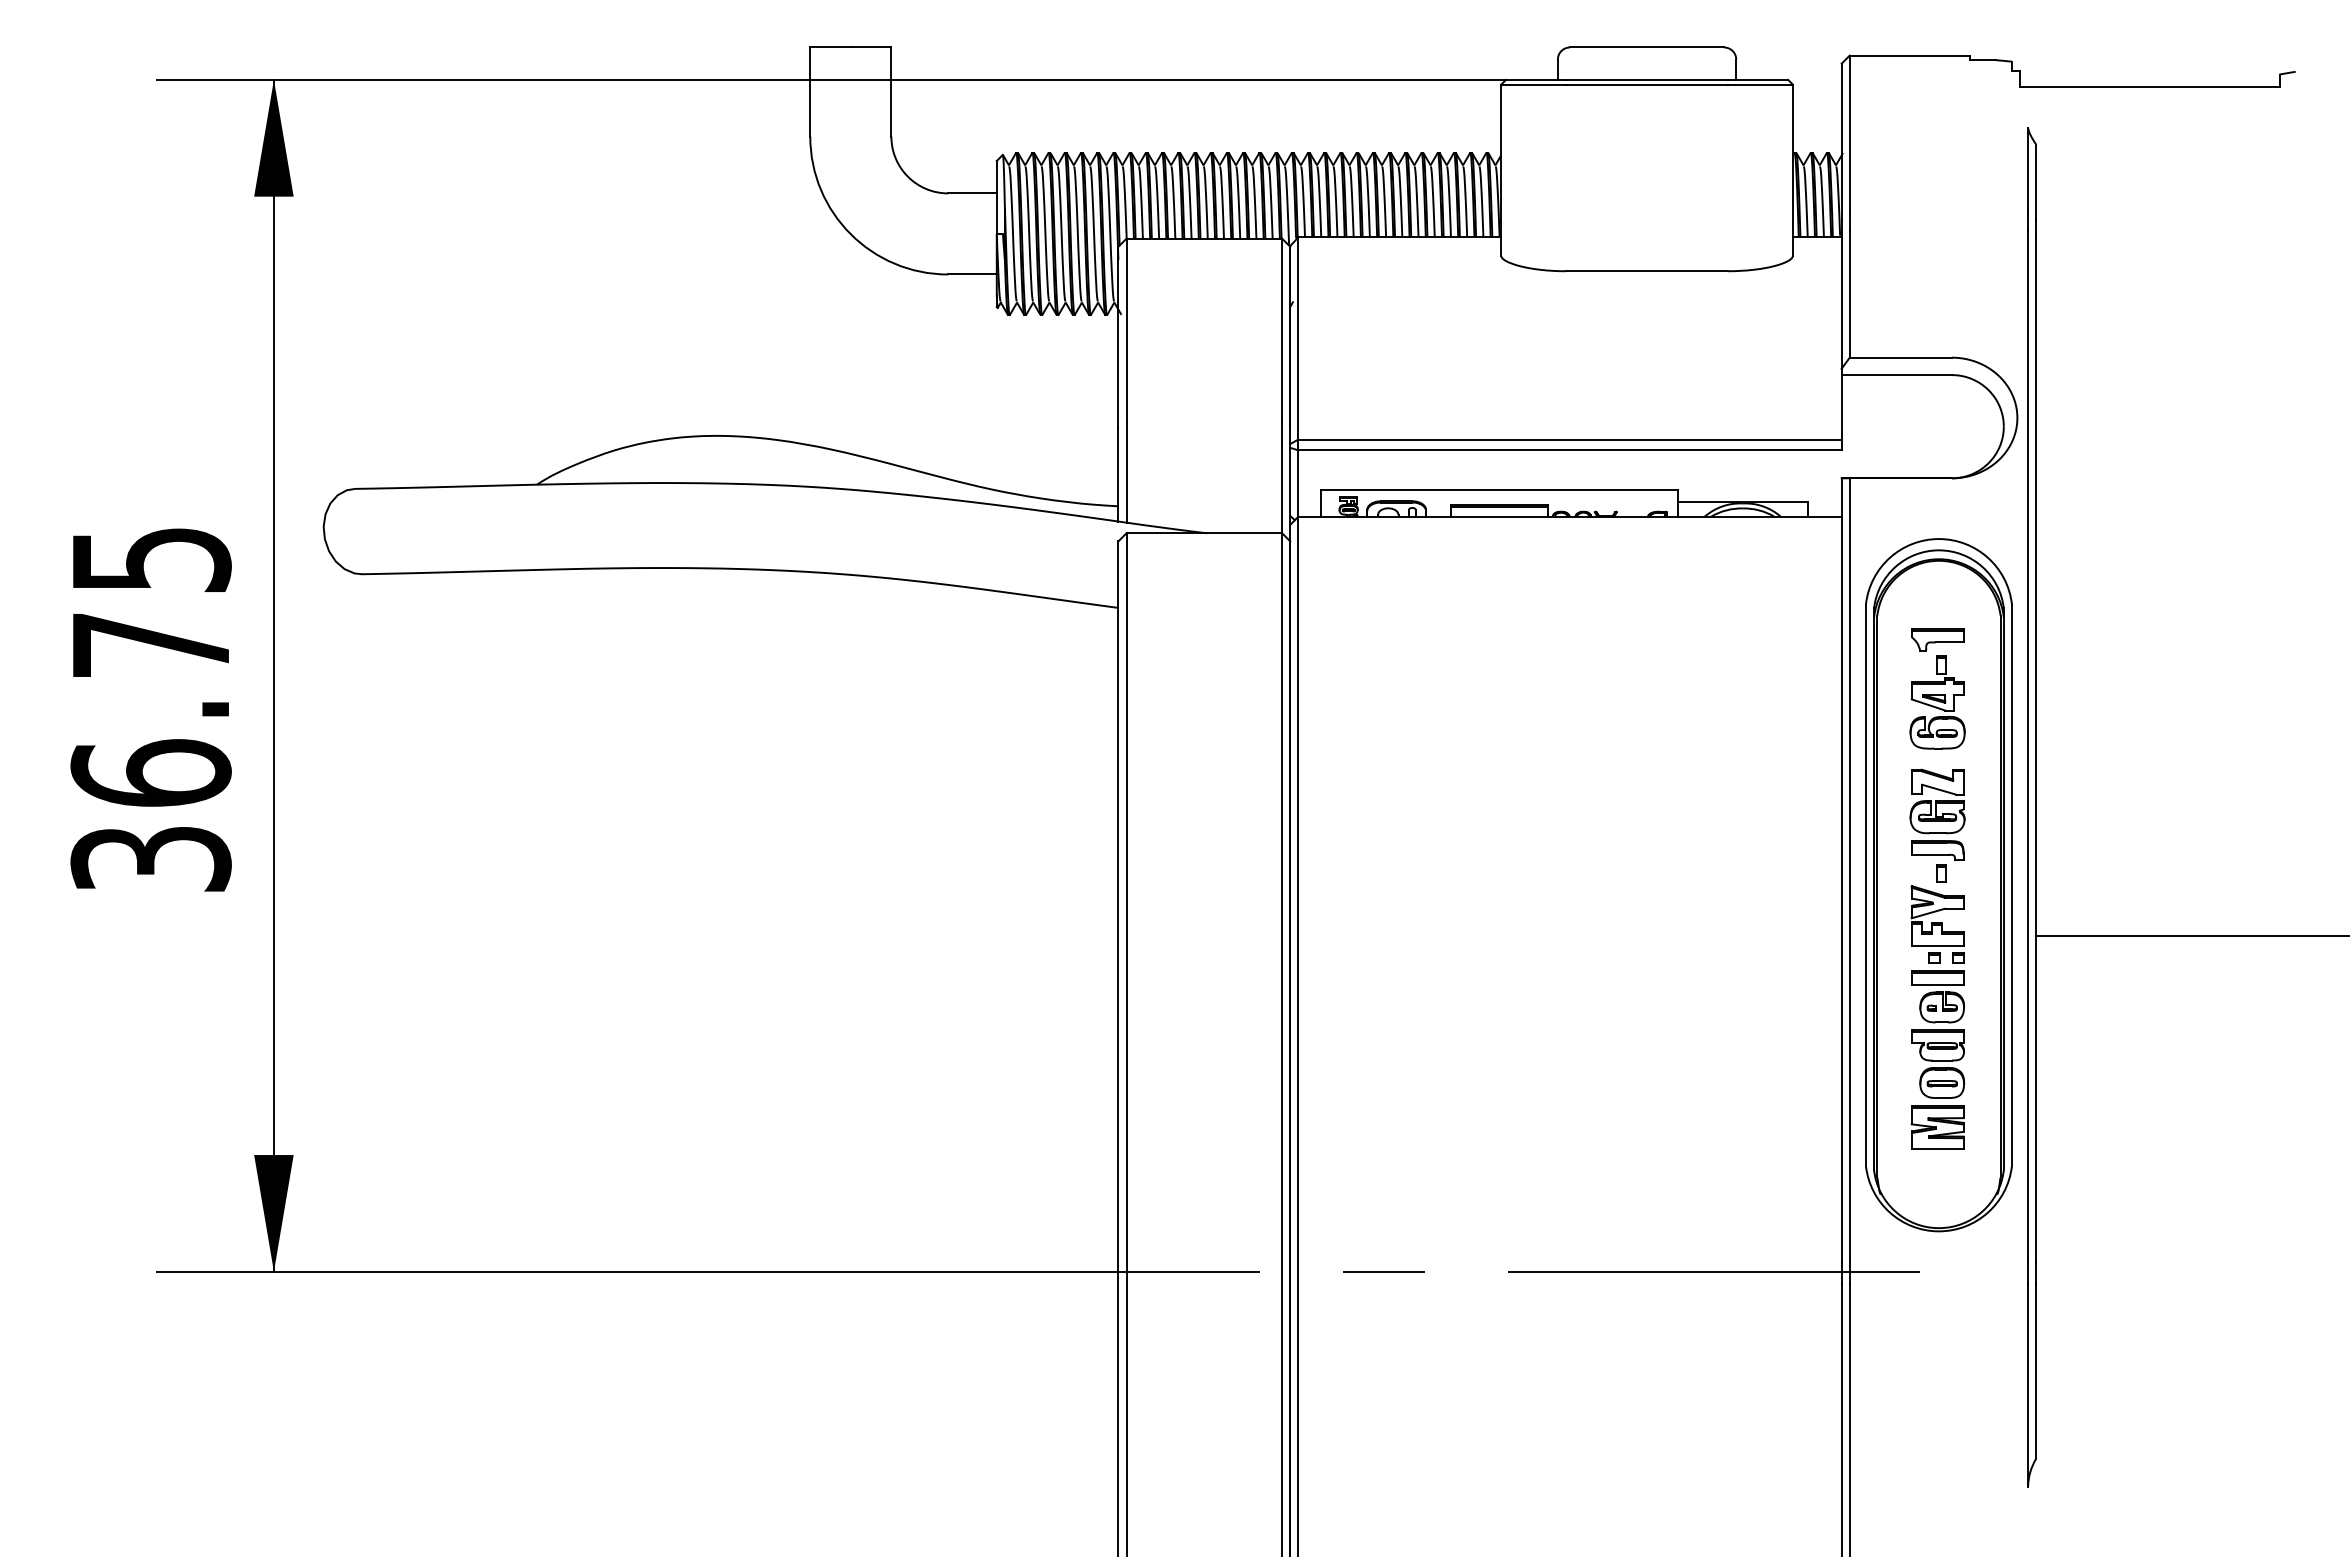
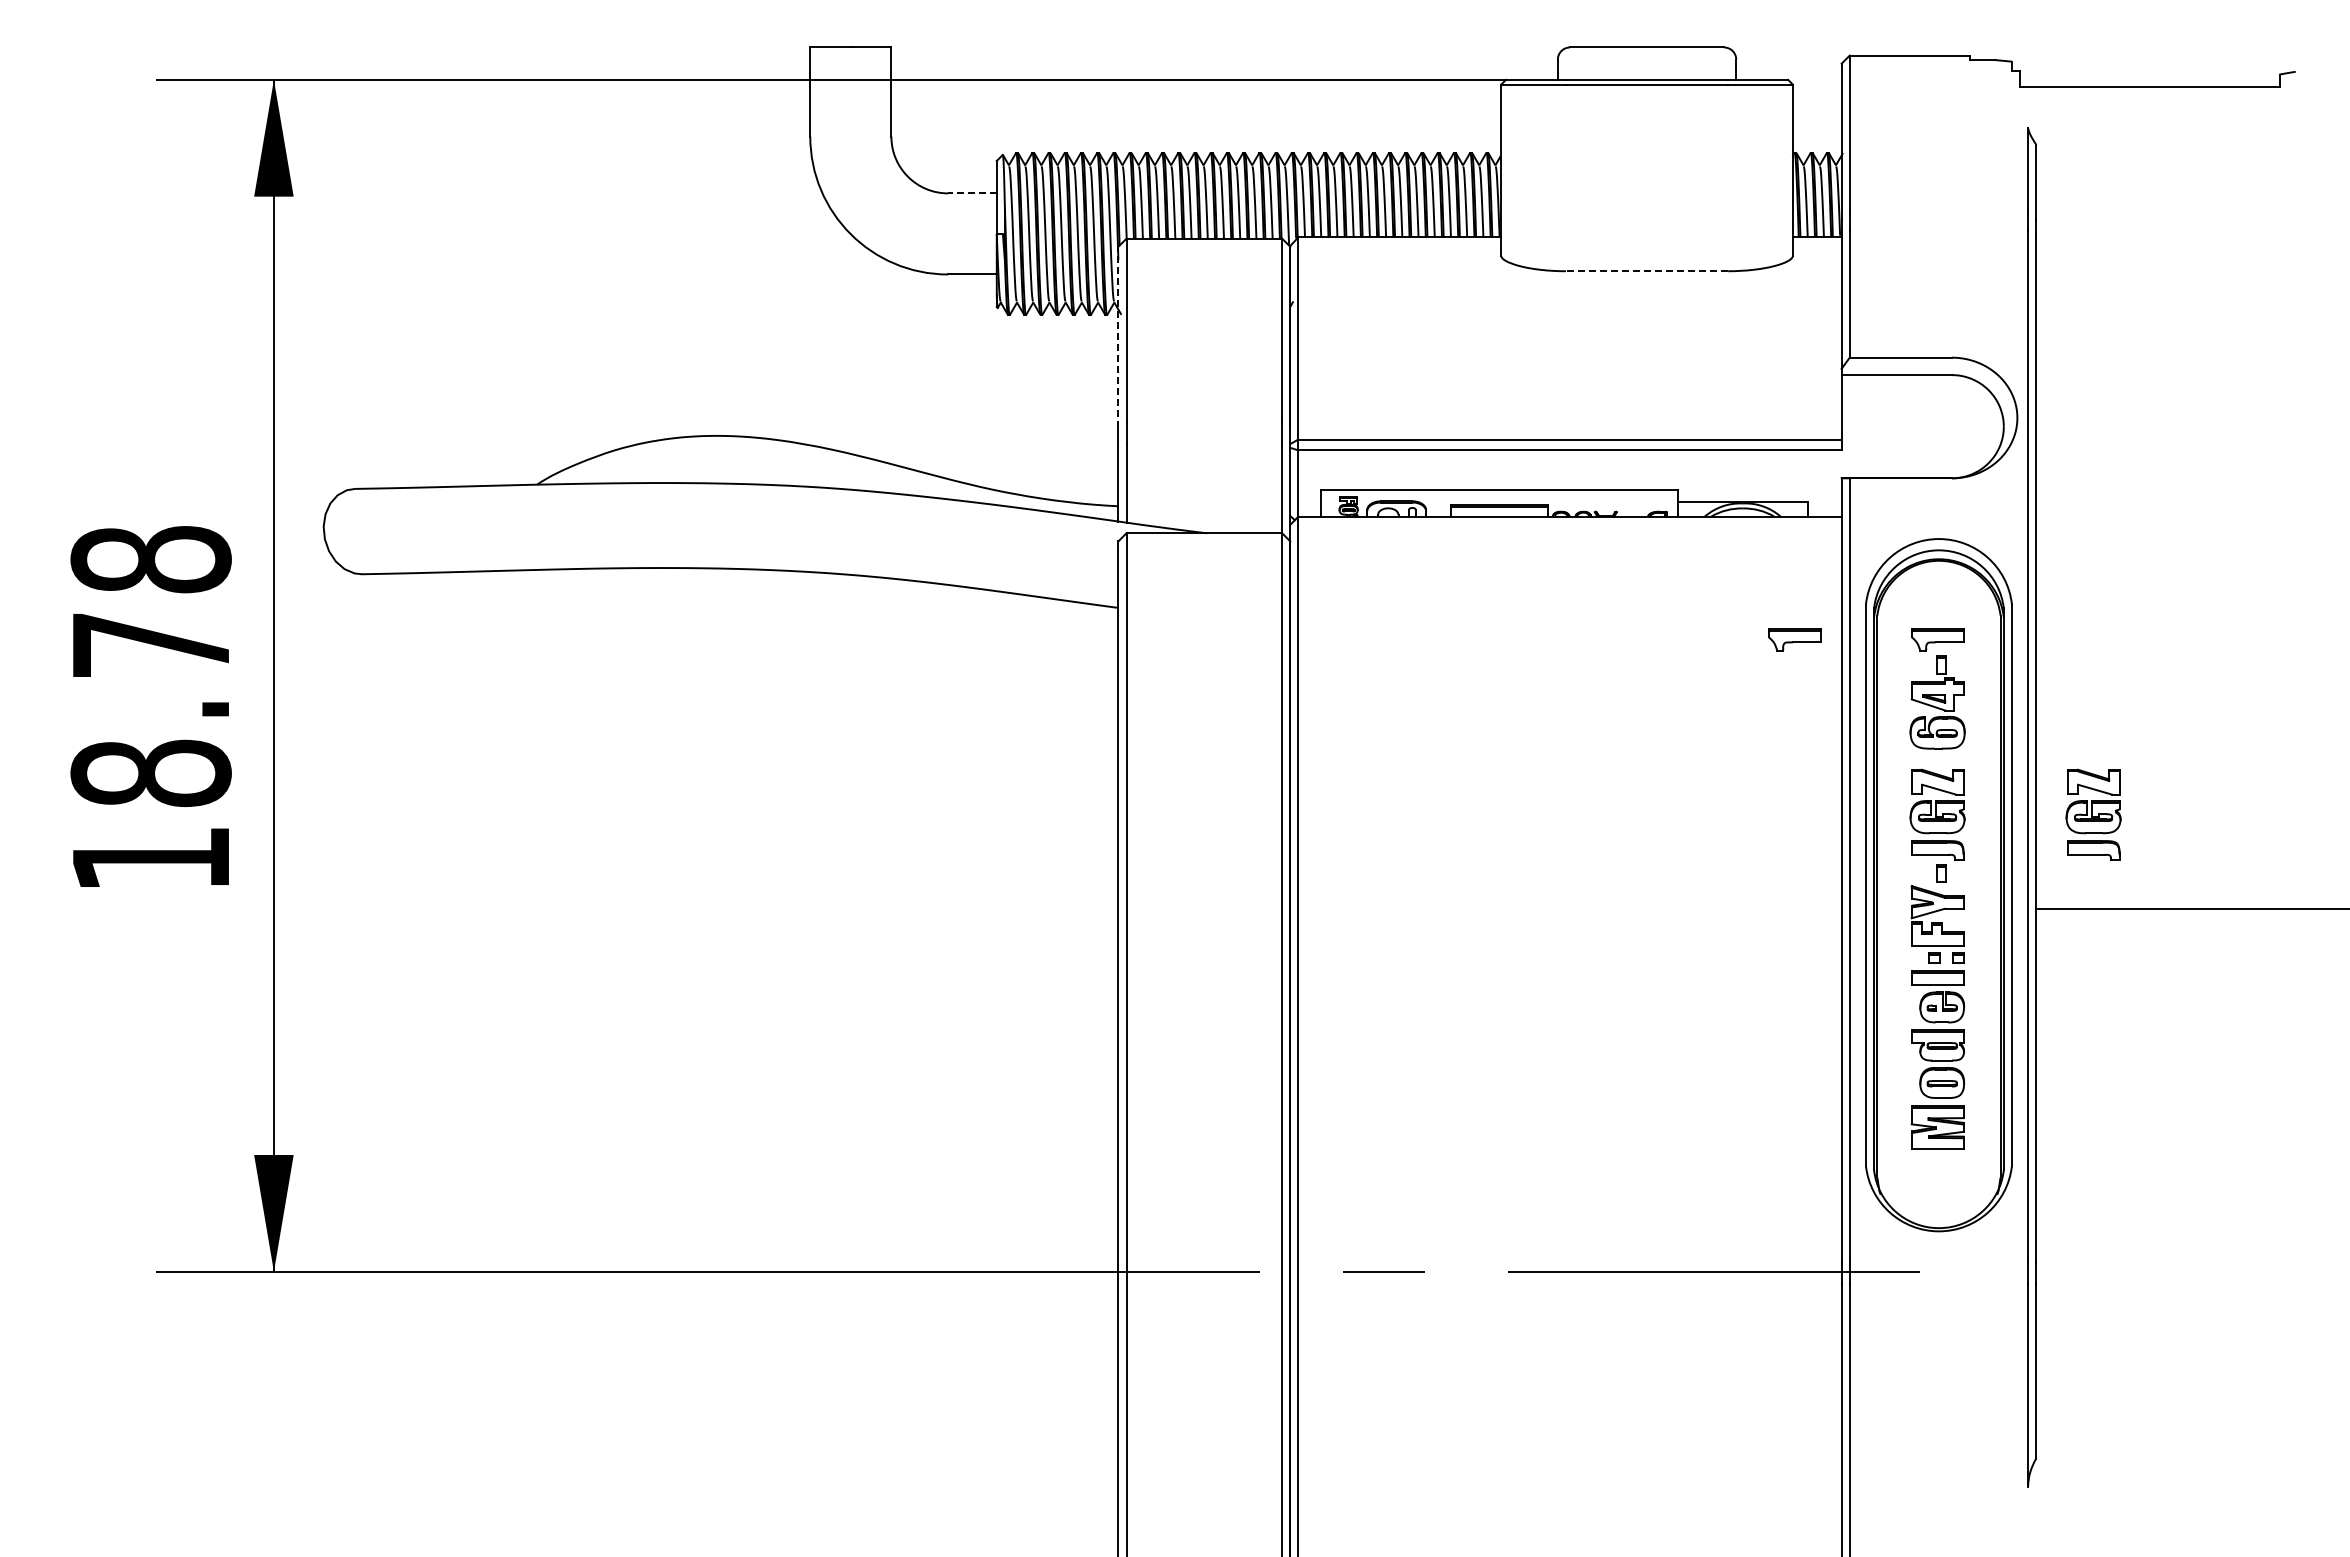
line at (971, 193): solid -> dashed
line at (1646, 271): solid -> dashed
line at (1118, 337): solid -> dashed
part at (1794, 639): none -> present
text at (150, 708): 36.75 -> 18.78
part at (2093, 814): none -> present
line at (2191, 935) position: (2191, 935) -> (2191, 908)
